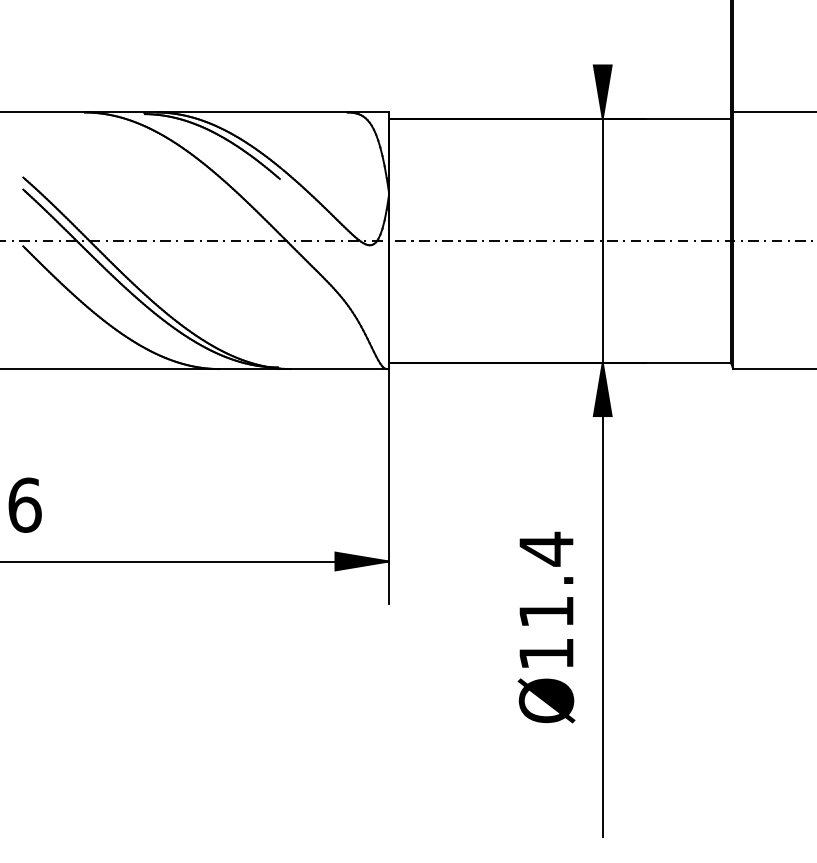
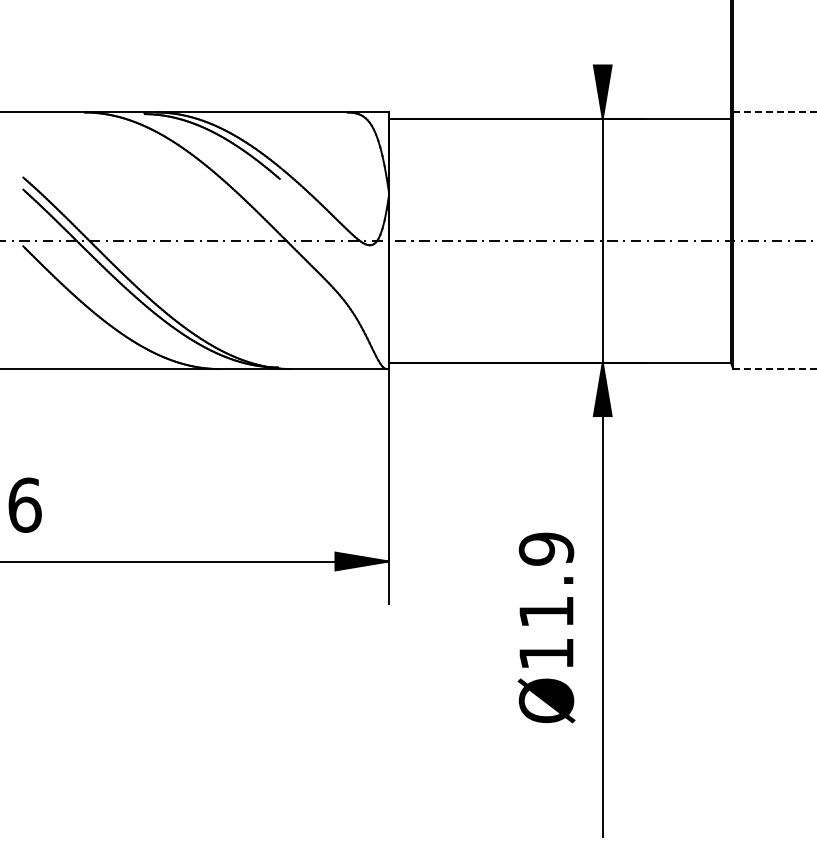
line at (775, 112): solid -> dashed
line at (775, 369): solid -> dashed
text at (546, 548): Ø11.4 -> Ø11.9
